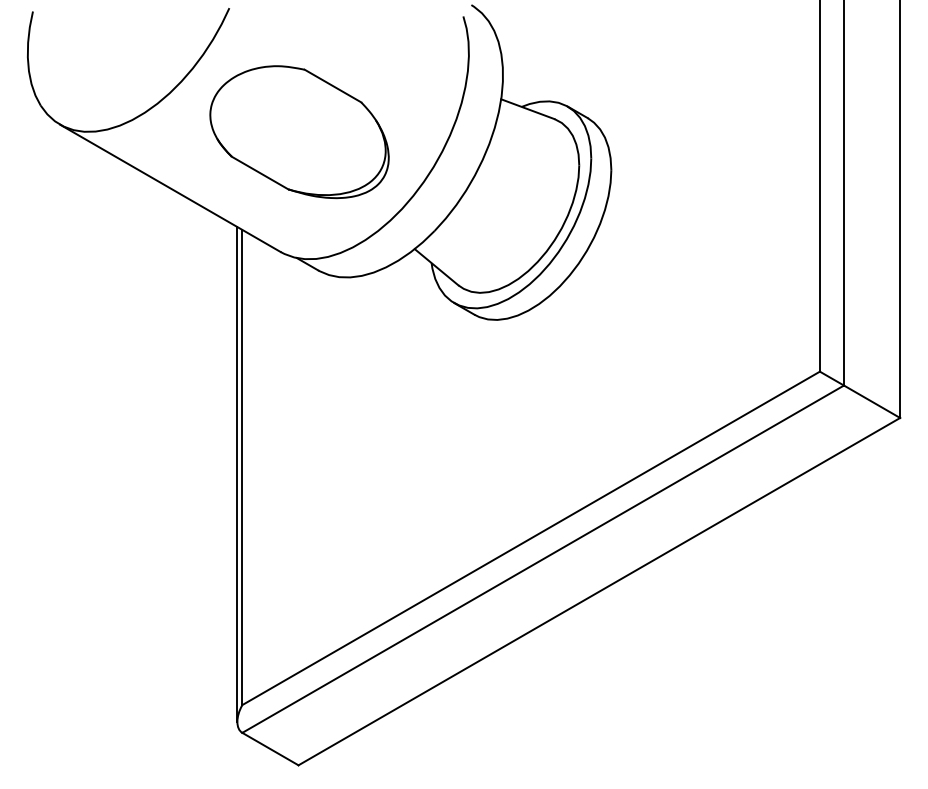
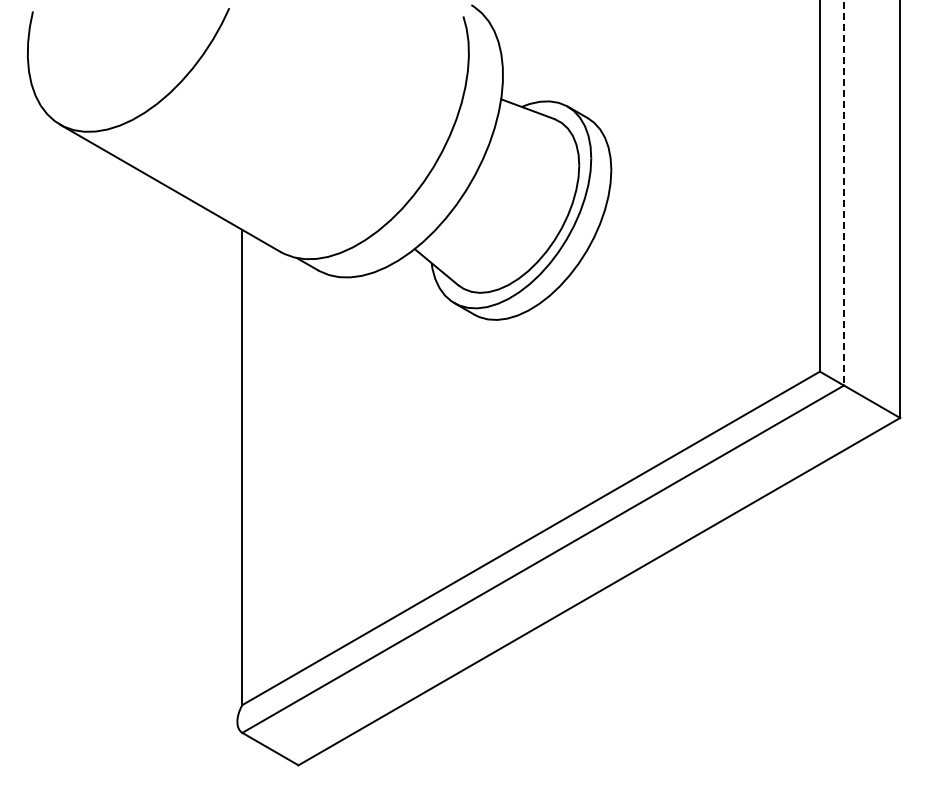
part at (299, 132): present -> none
line at (844, 193): solid -> dashed
line at (237, 473): present -> none
